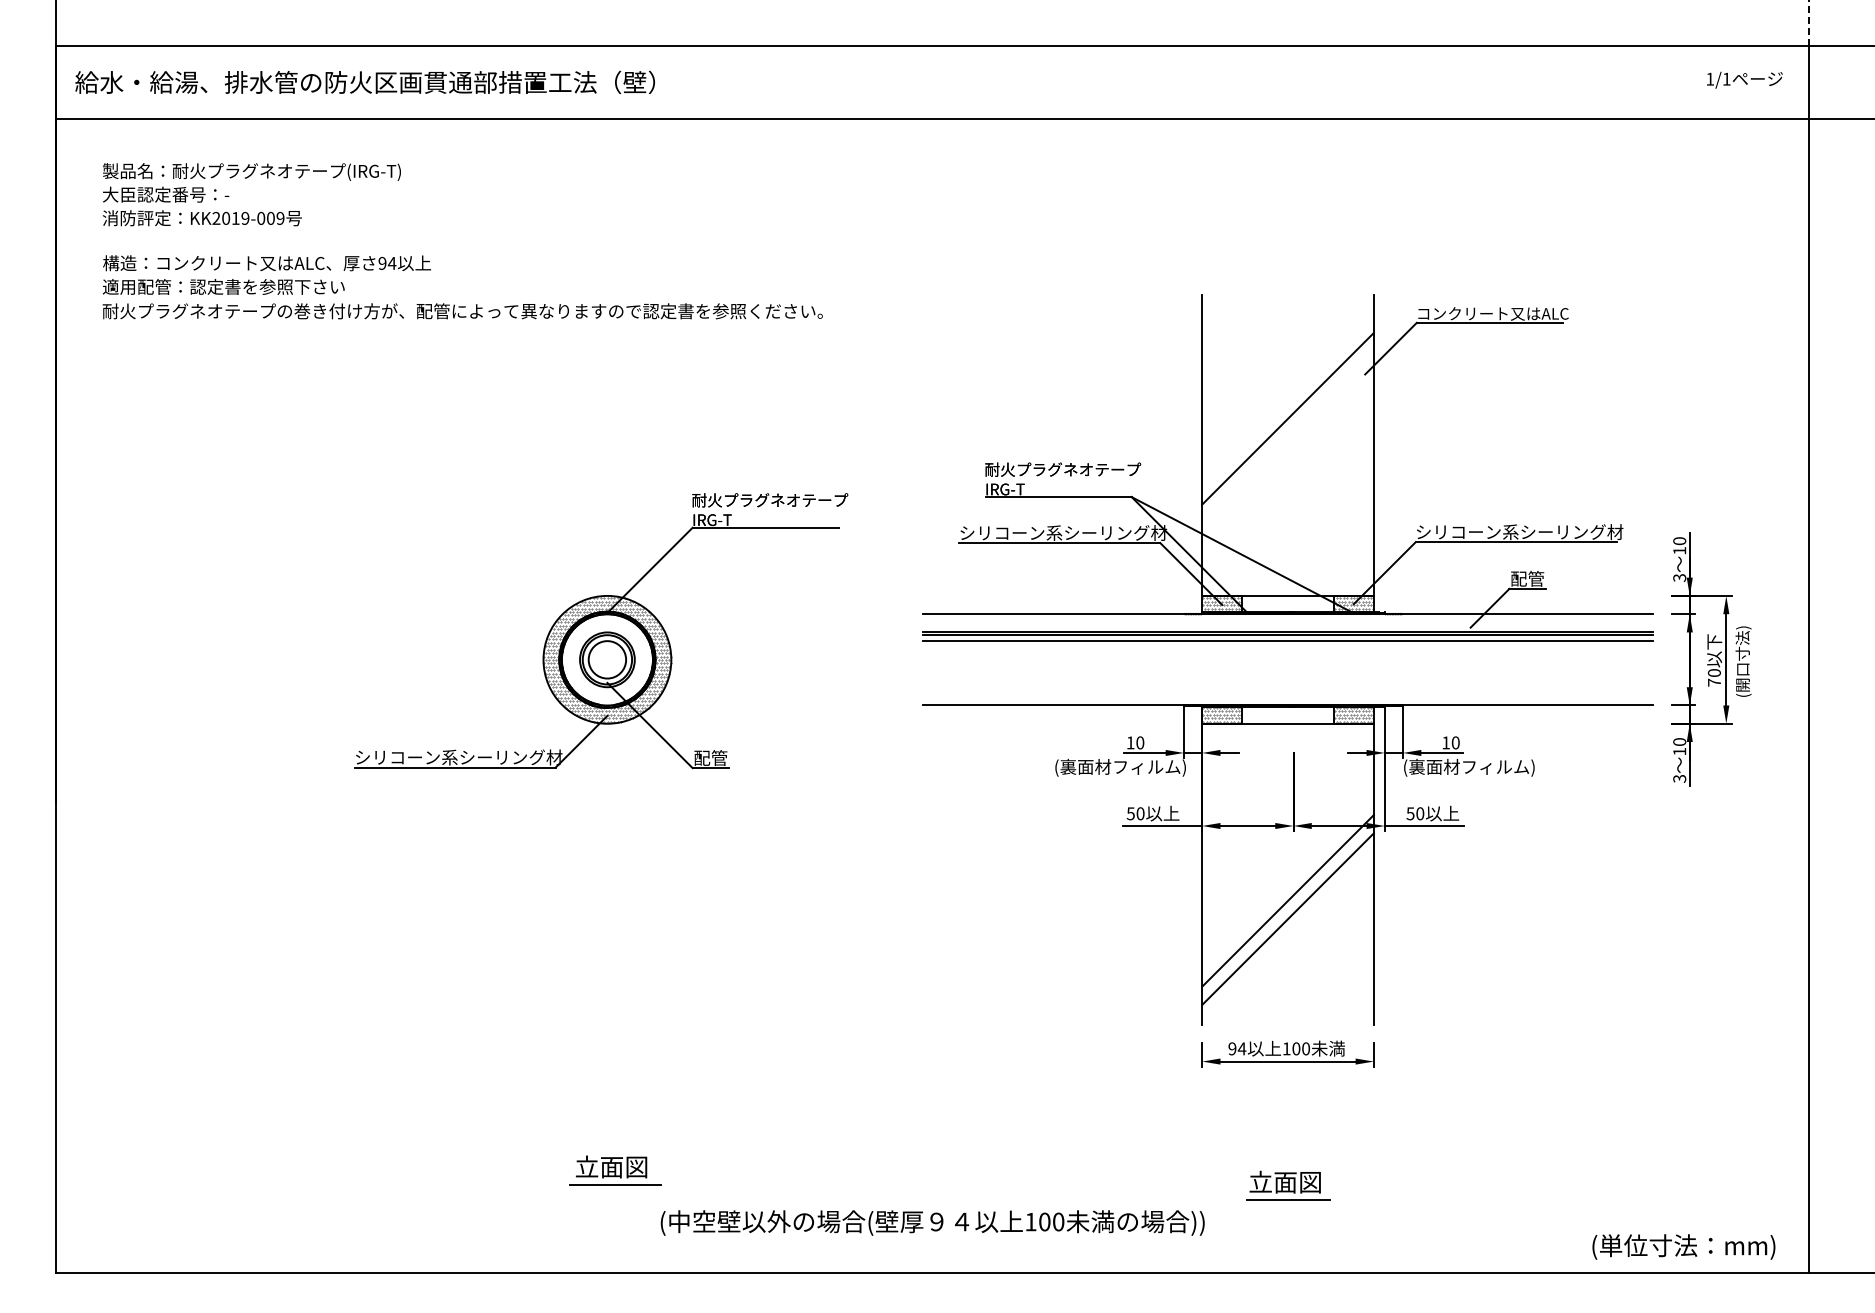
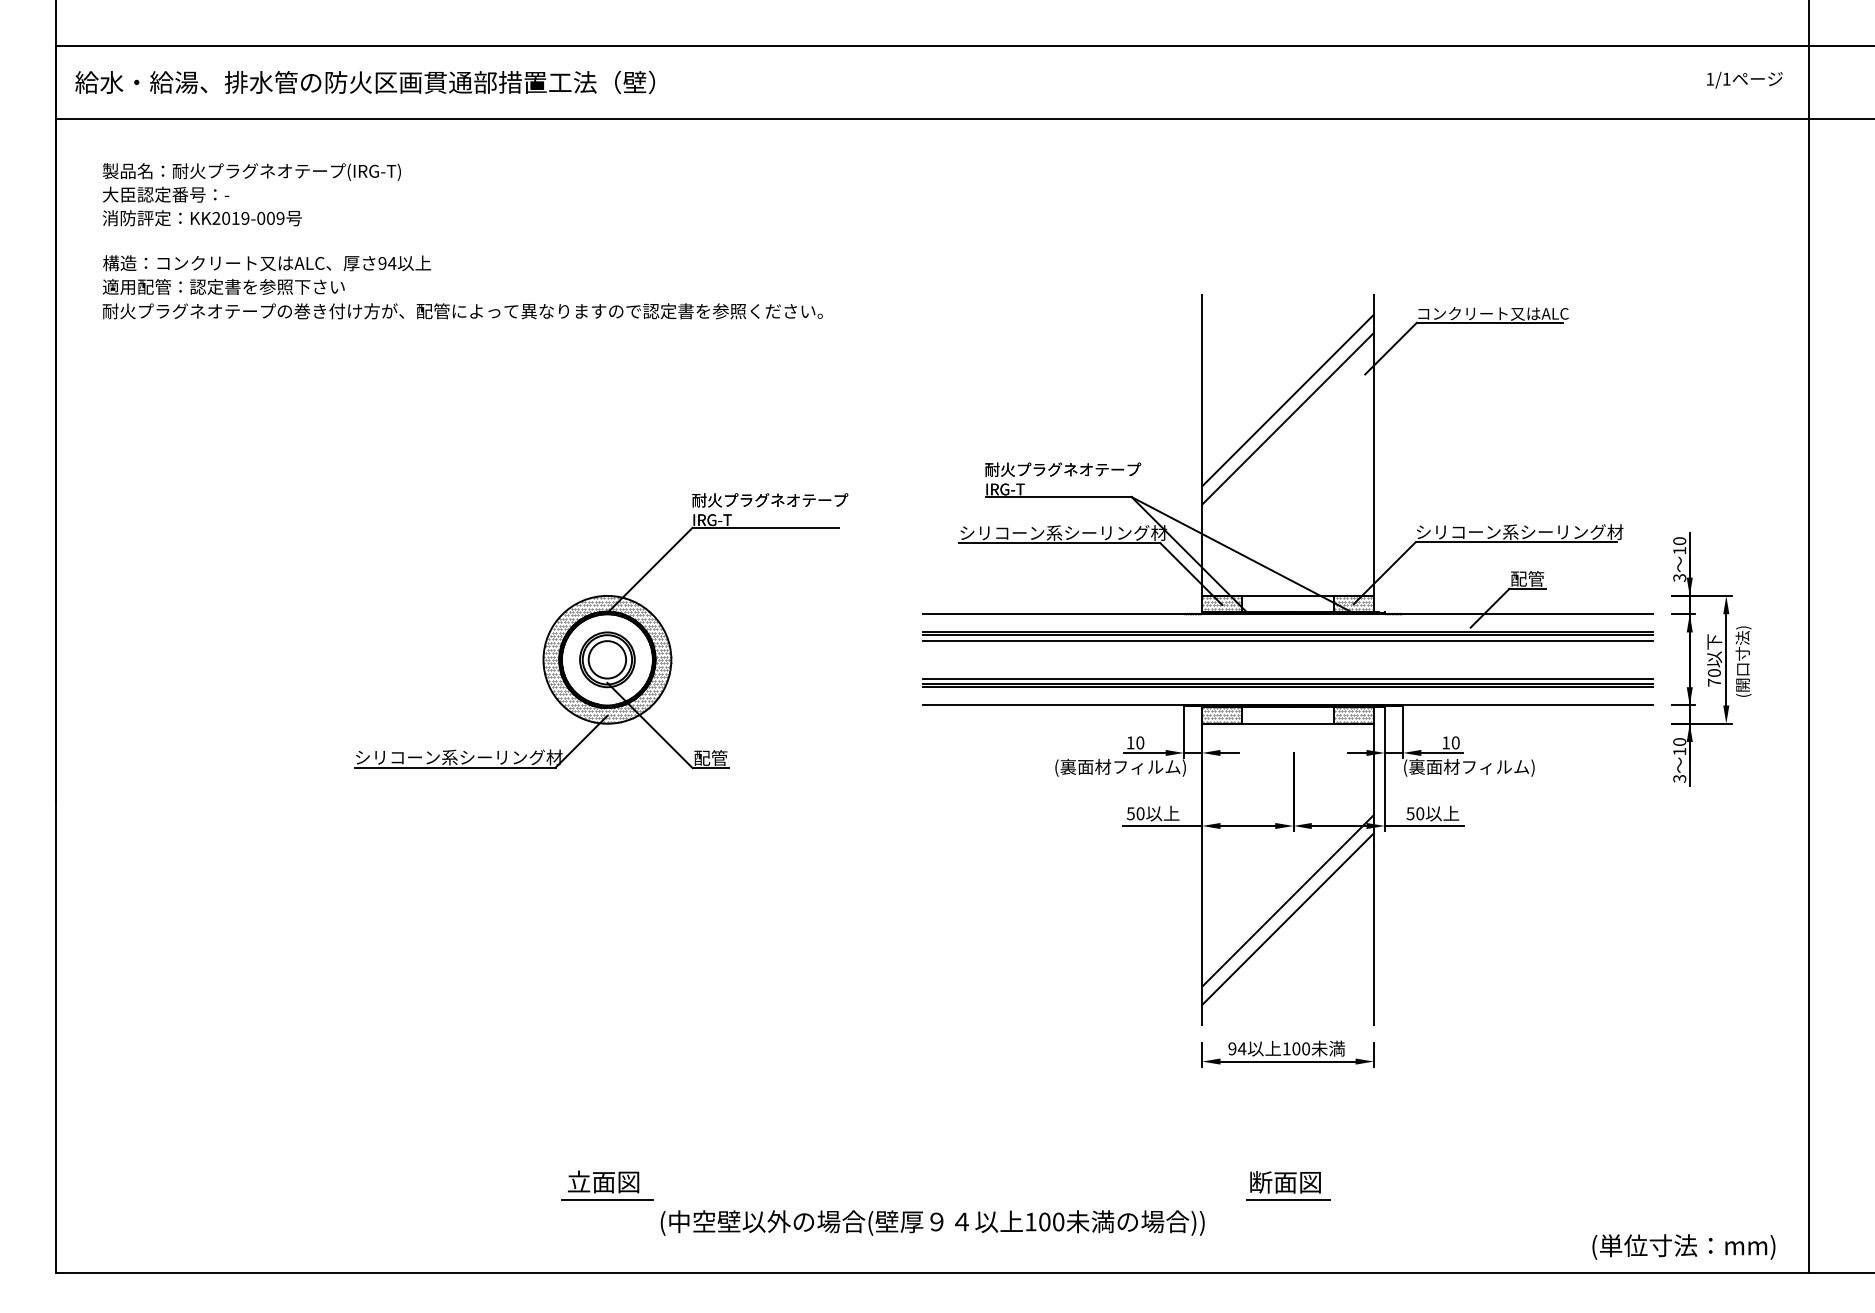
line at (1809, 23): dashed -> solid
line at (1287, 400): none -> present
part at (1287, 682): none -> present
part at (615, 1170) position: (615, 1170) -> (607, 1185)
text at (1260, 1181): 立面図 -> 断面図
